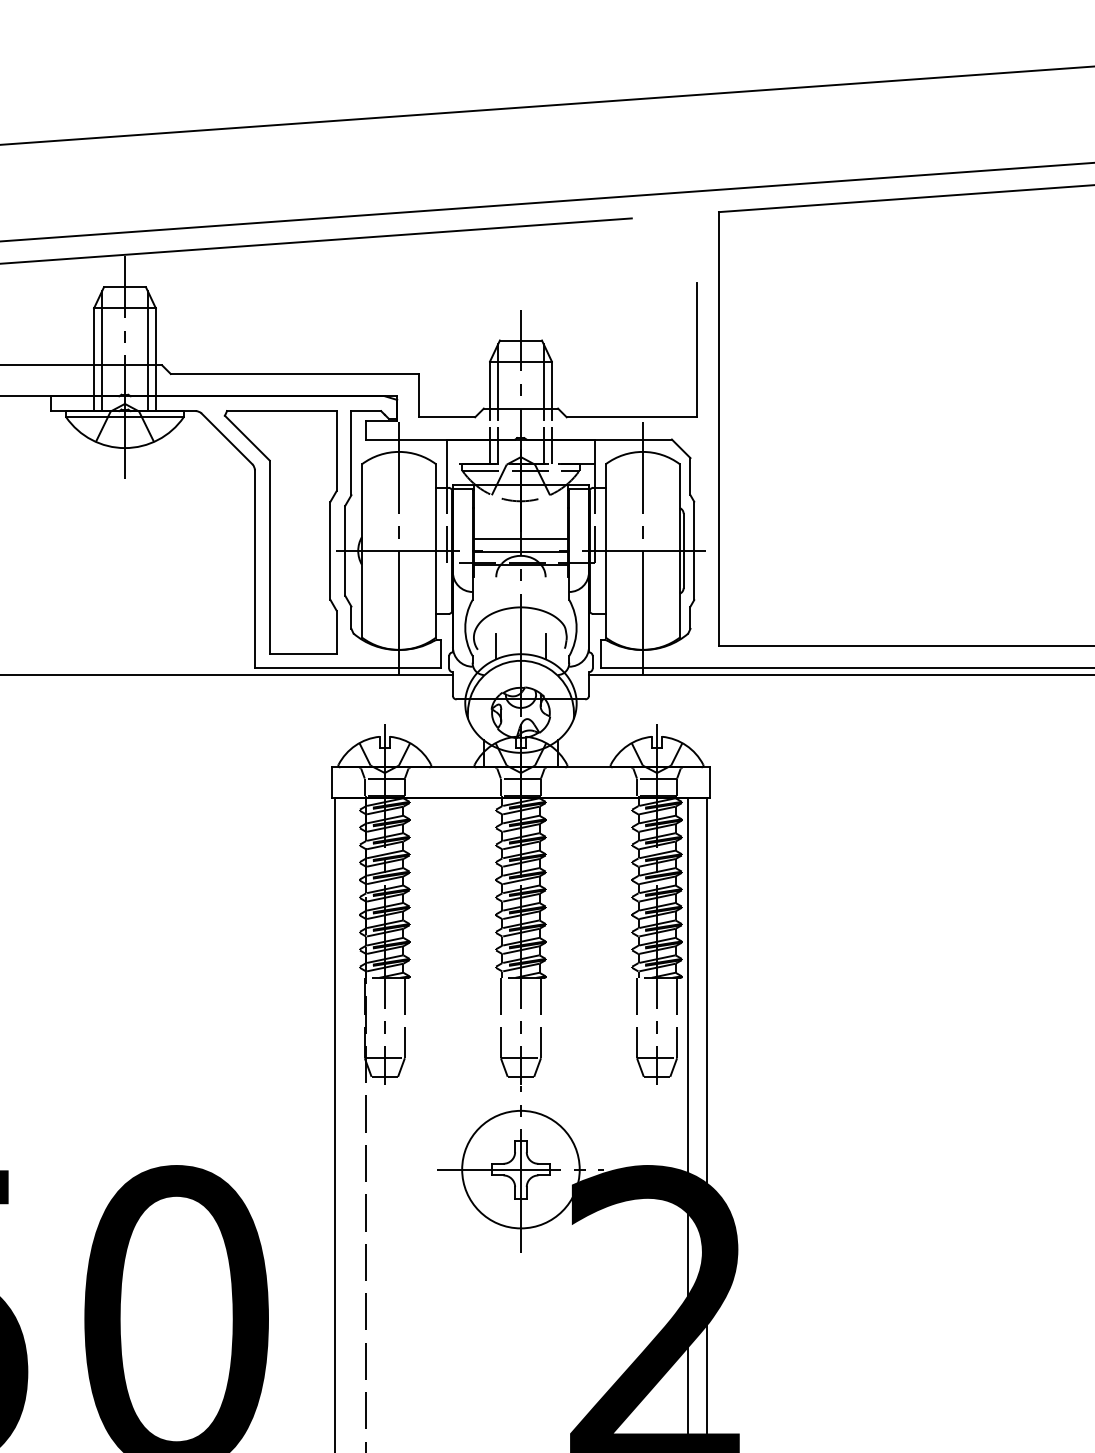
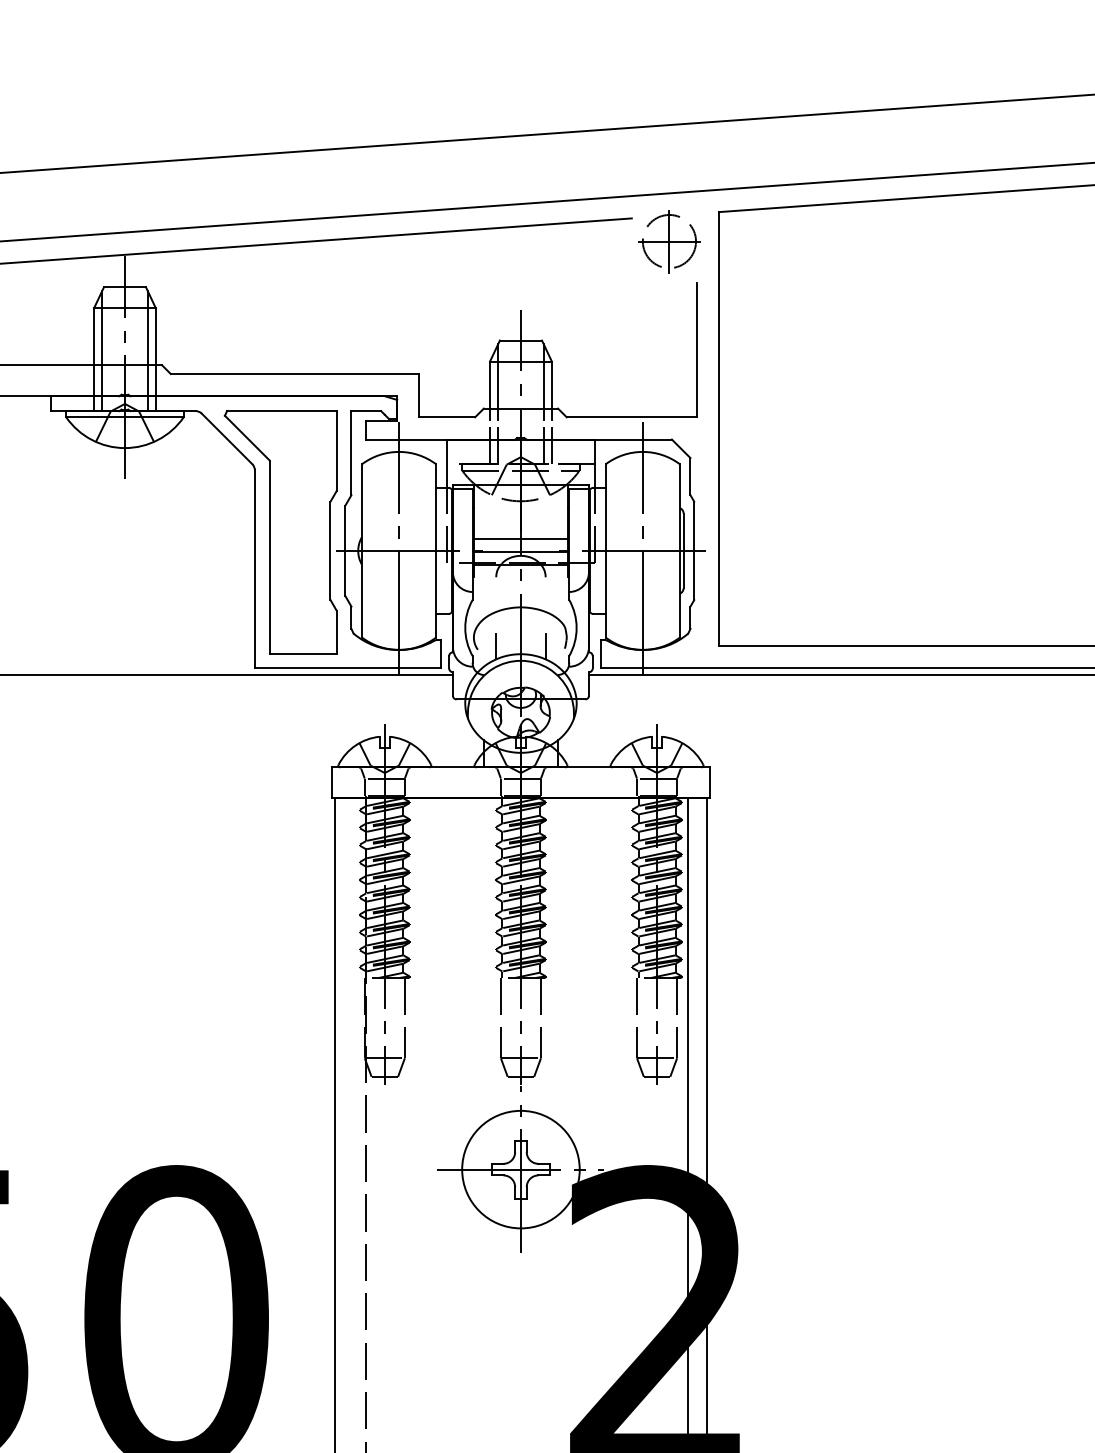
line at (546, 105) position: (546, 105) -> (546, 133)
part at (669, 241): none -> present
